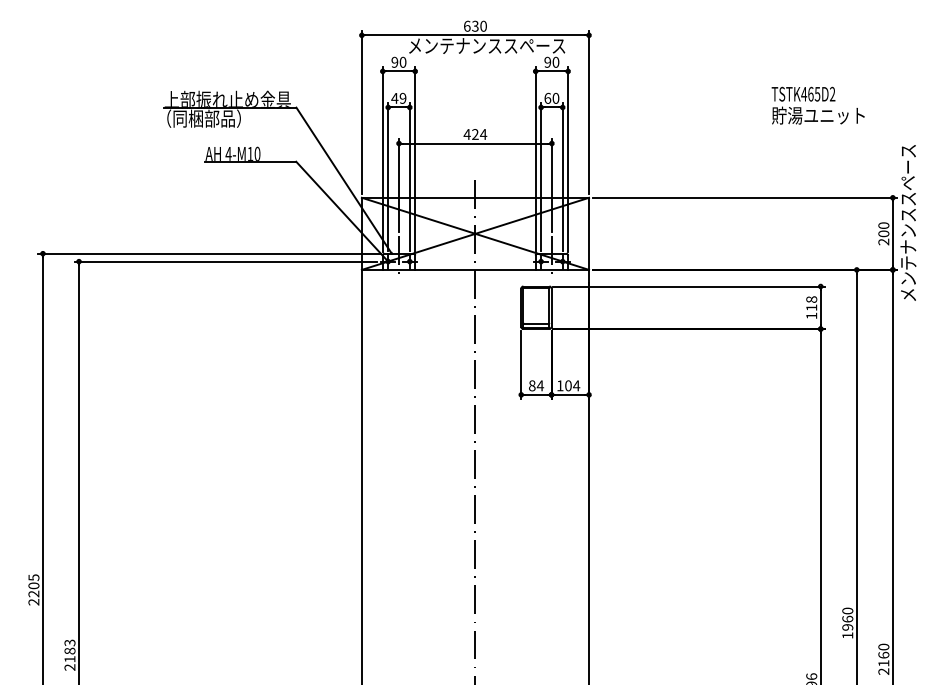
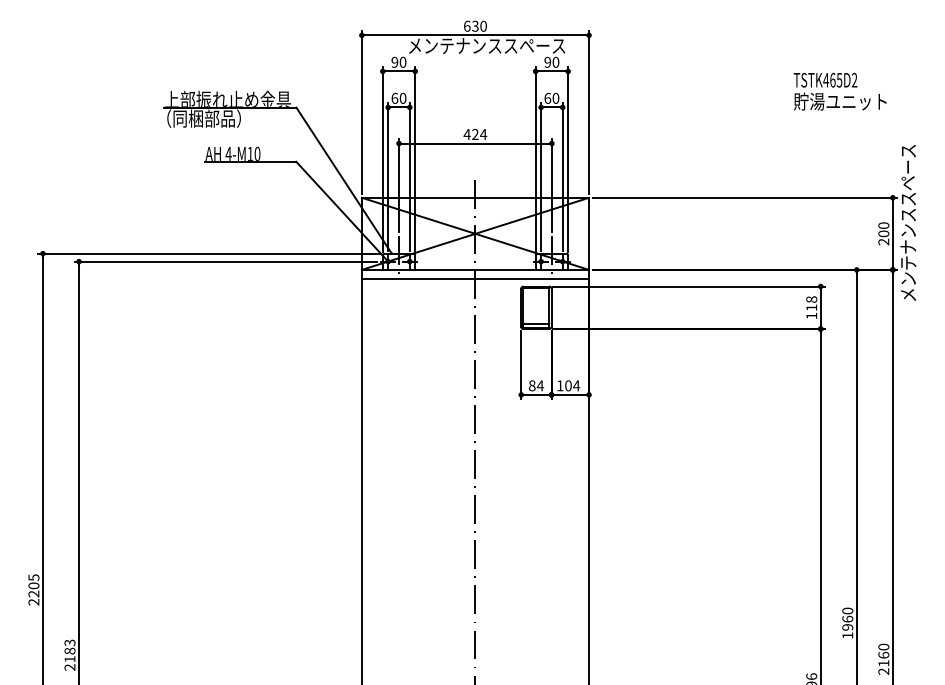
text at (398, 97): 49 -> 60
text at (817, 105) position: (817, 105) -> (839, 91)
line at (475, 279): none -> present
